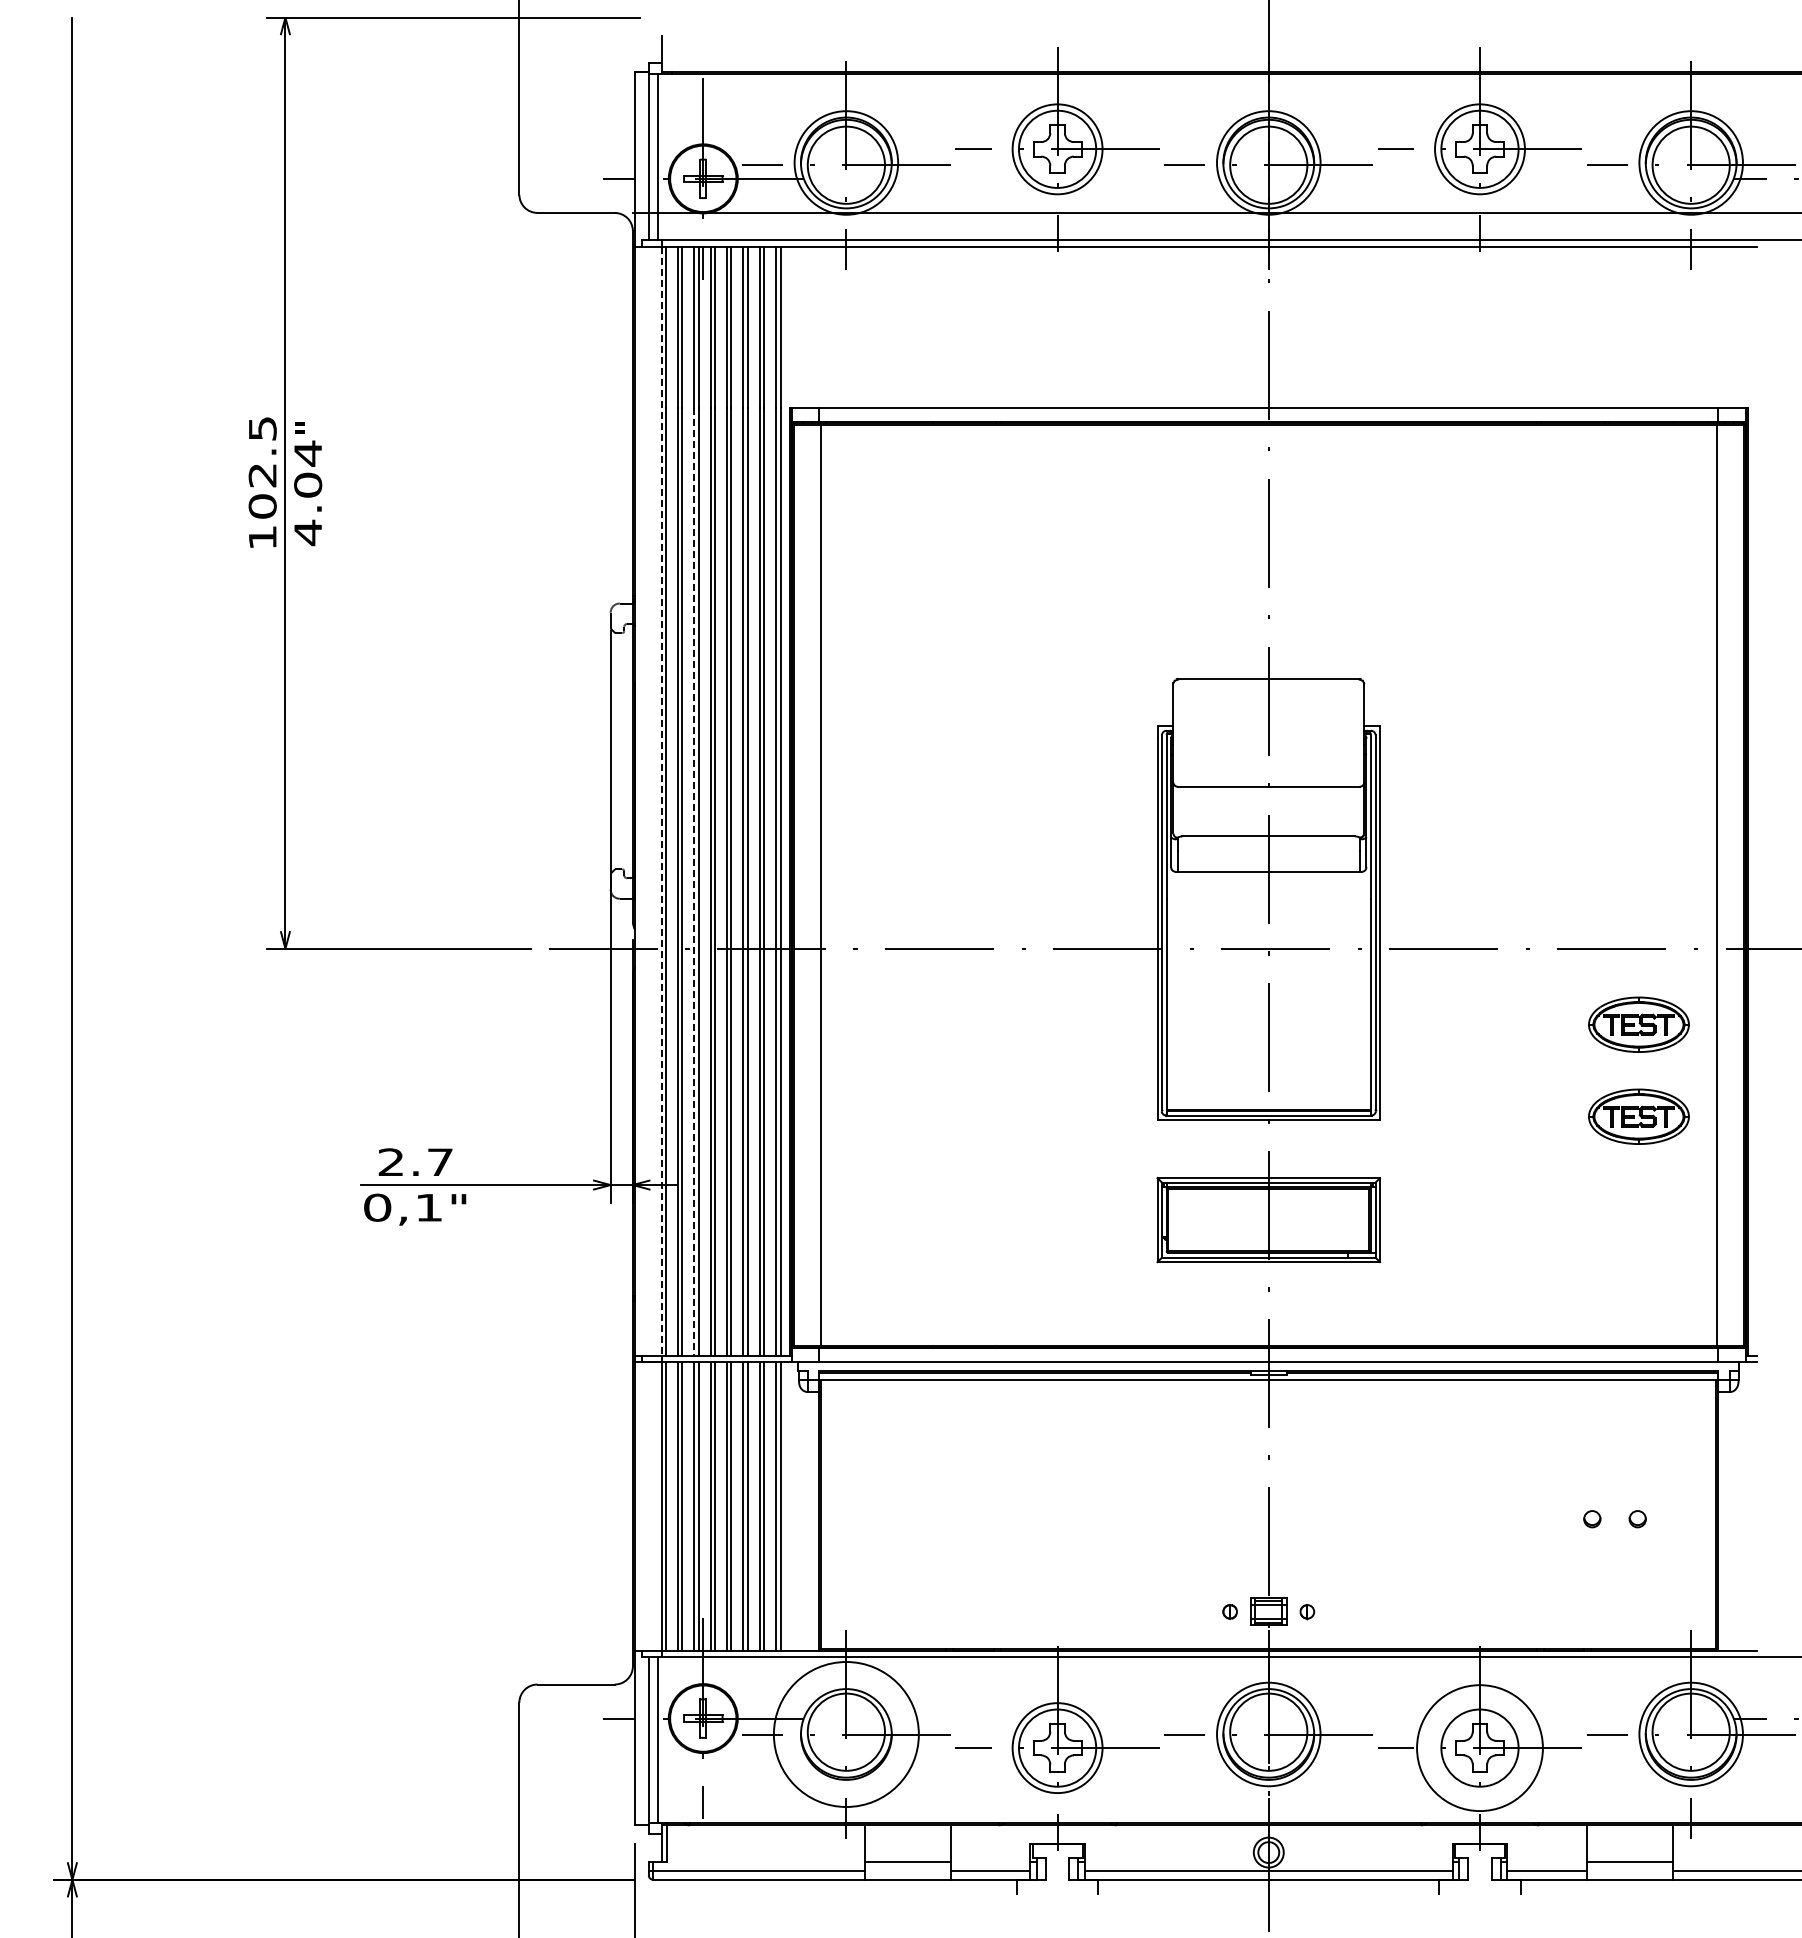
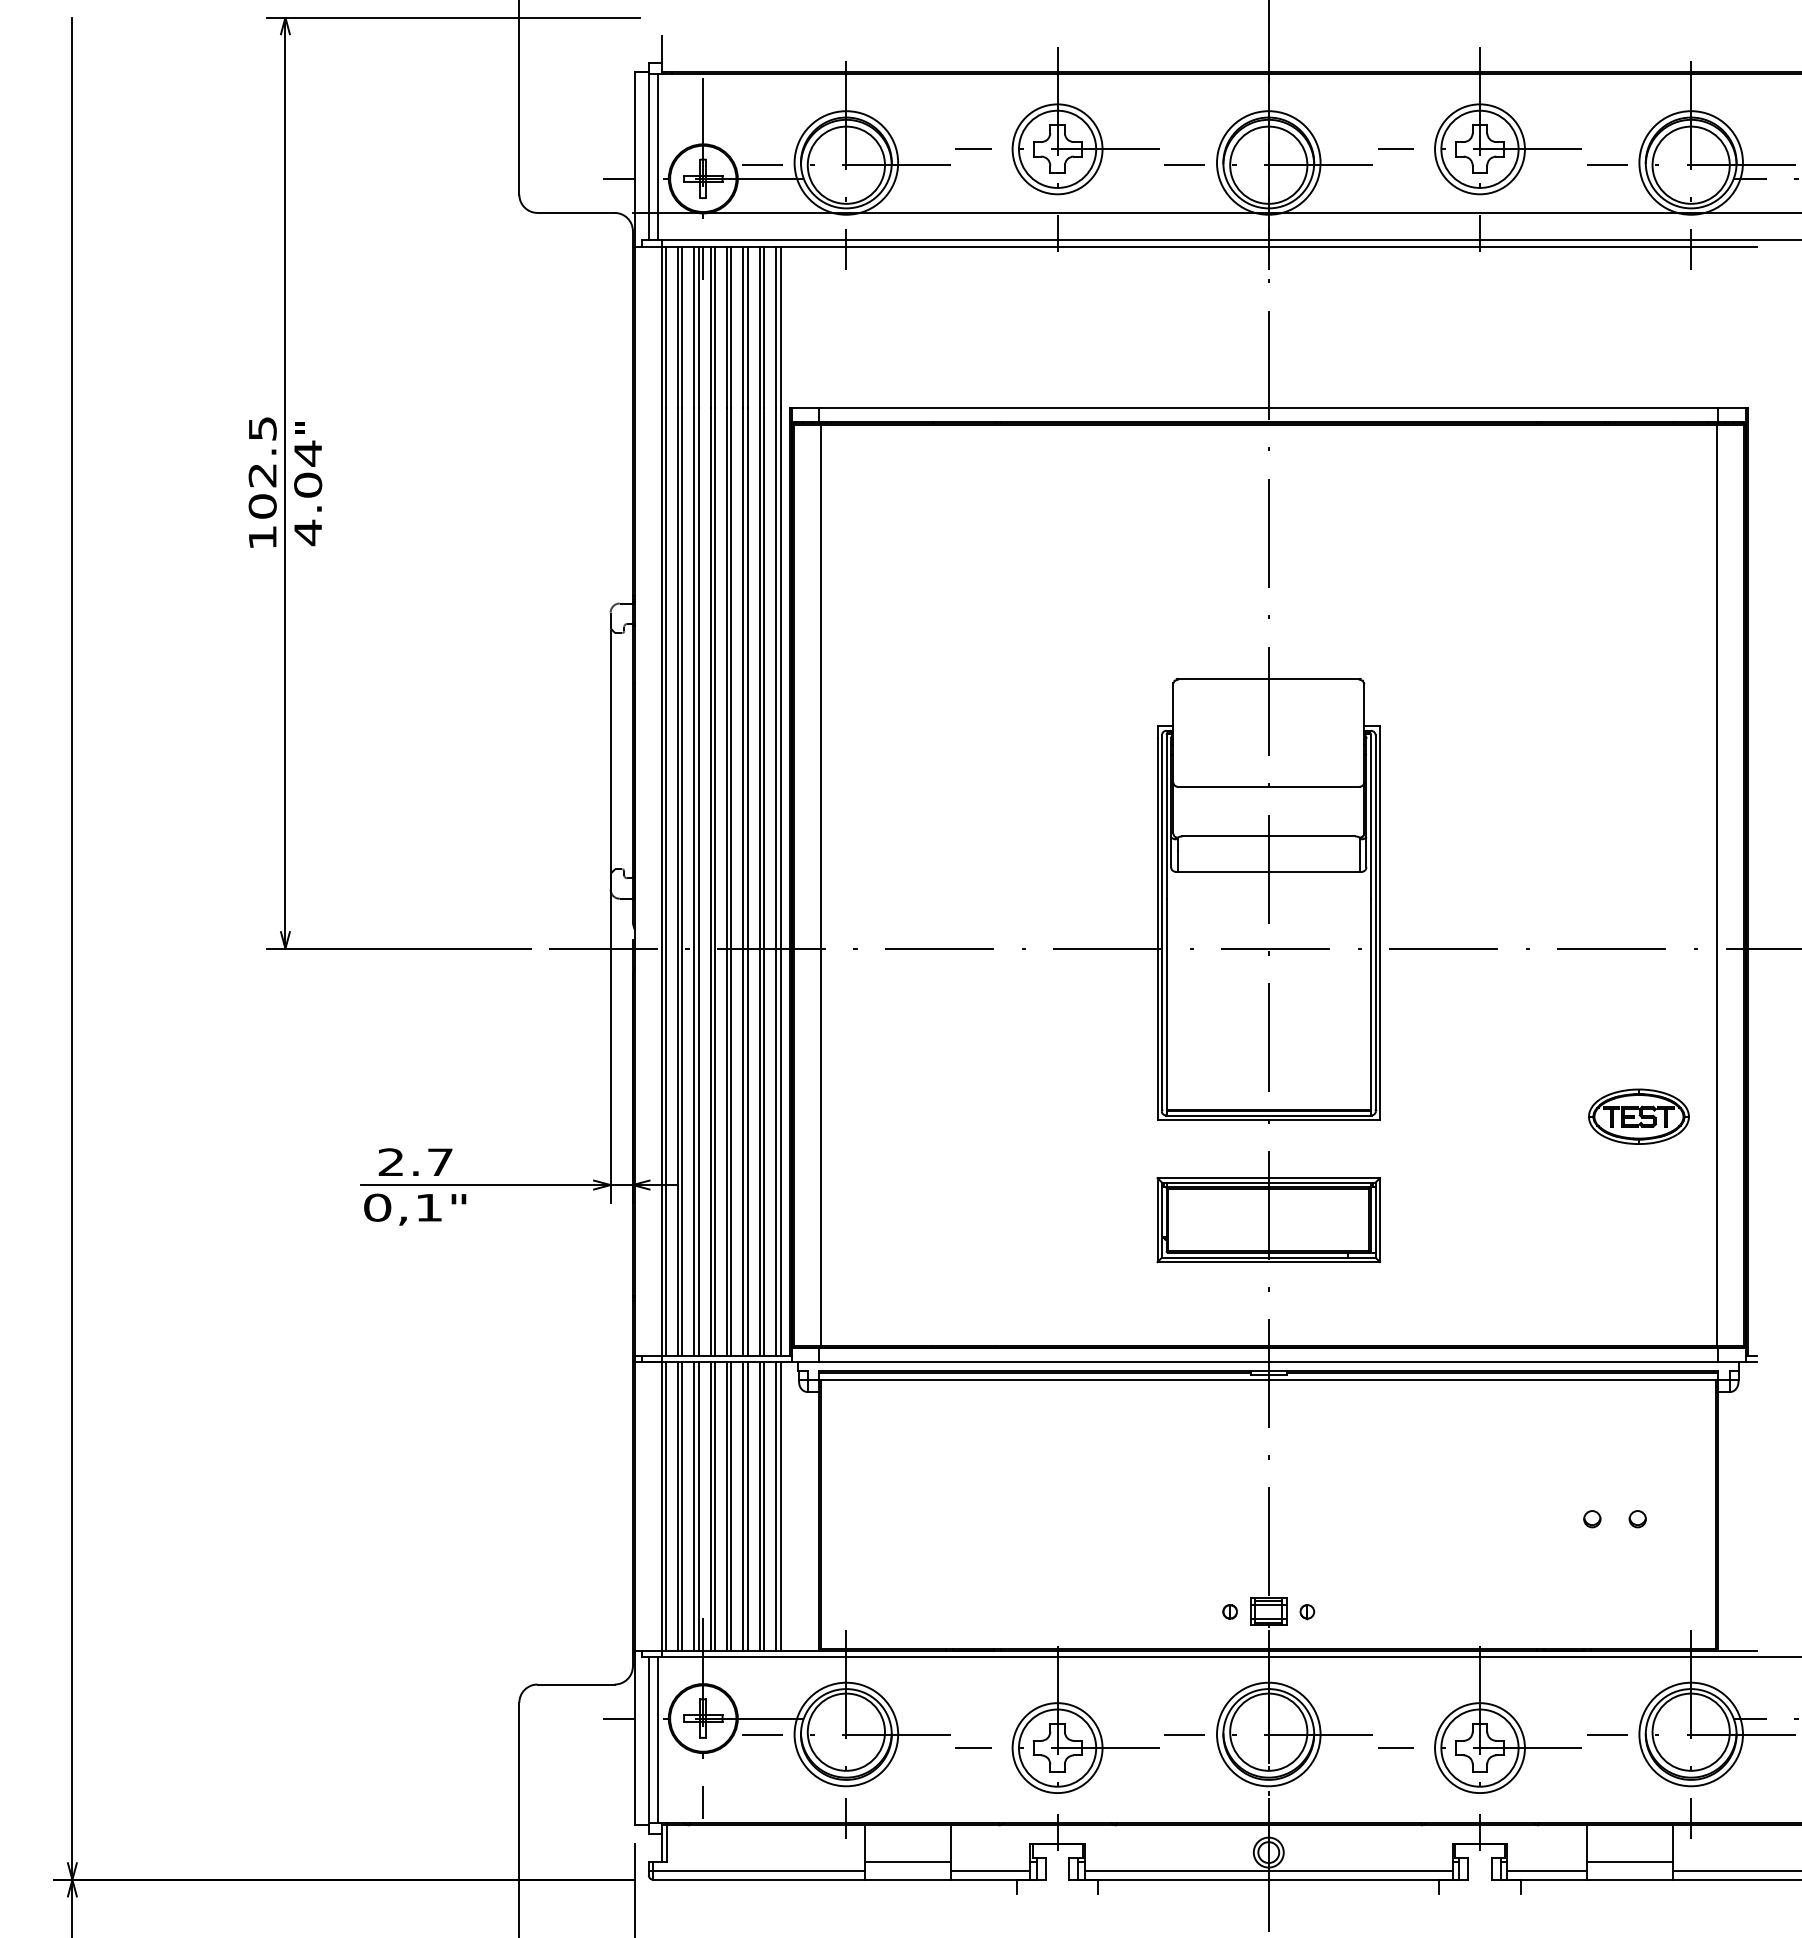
line at (661, 801): dashed -> solid
line at (694, 881): dashed -> solid
part at (1638, 1024): present -> none
circle at (845, 1734) diameter: 145 px -> 104 px
circle at (1479, 1748) diameter: 126 px -> 90 px
